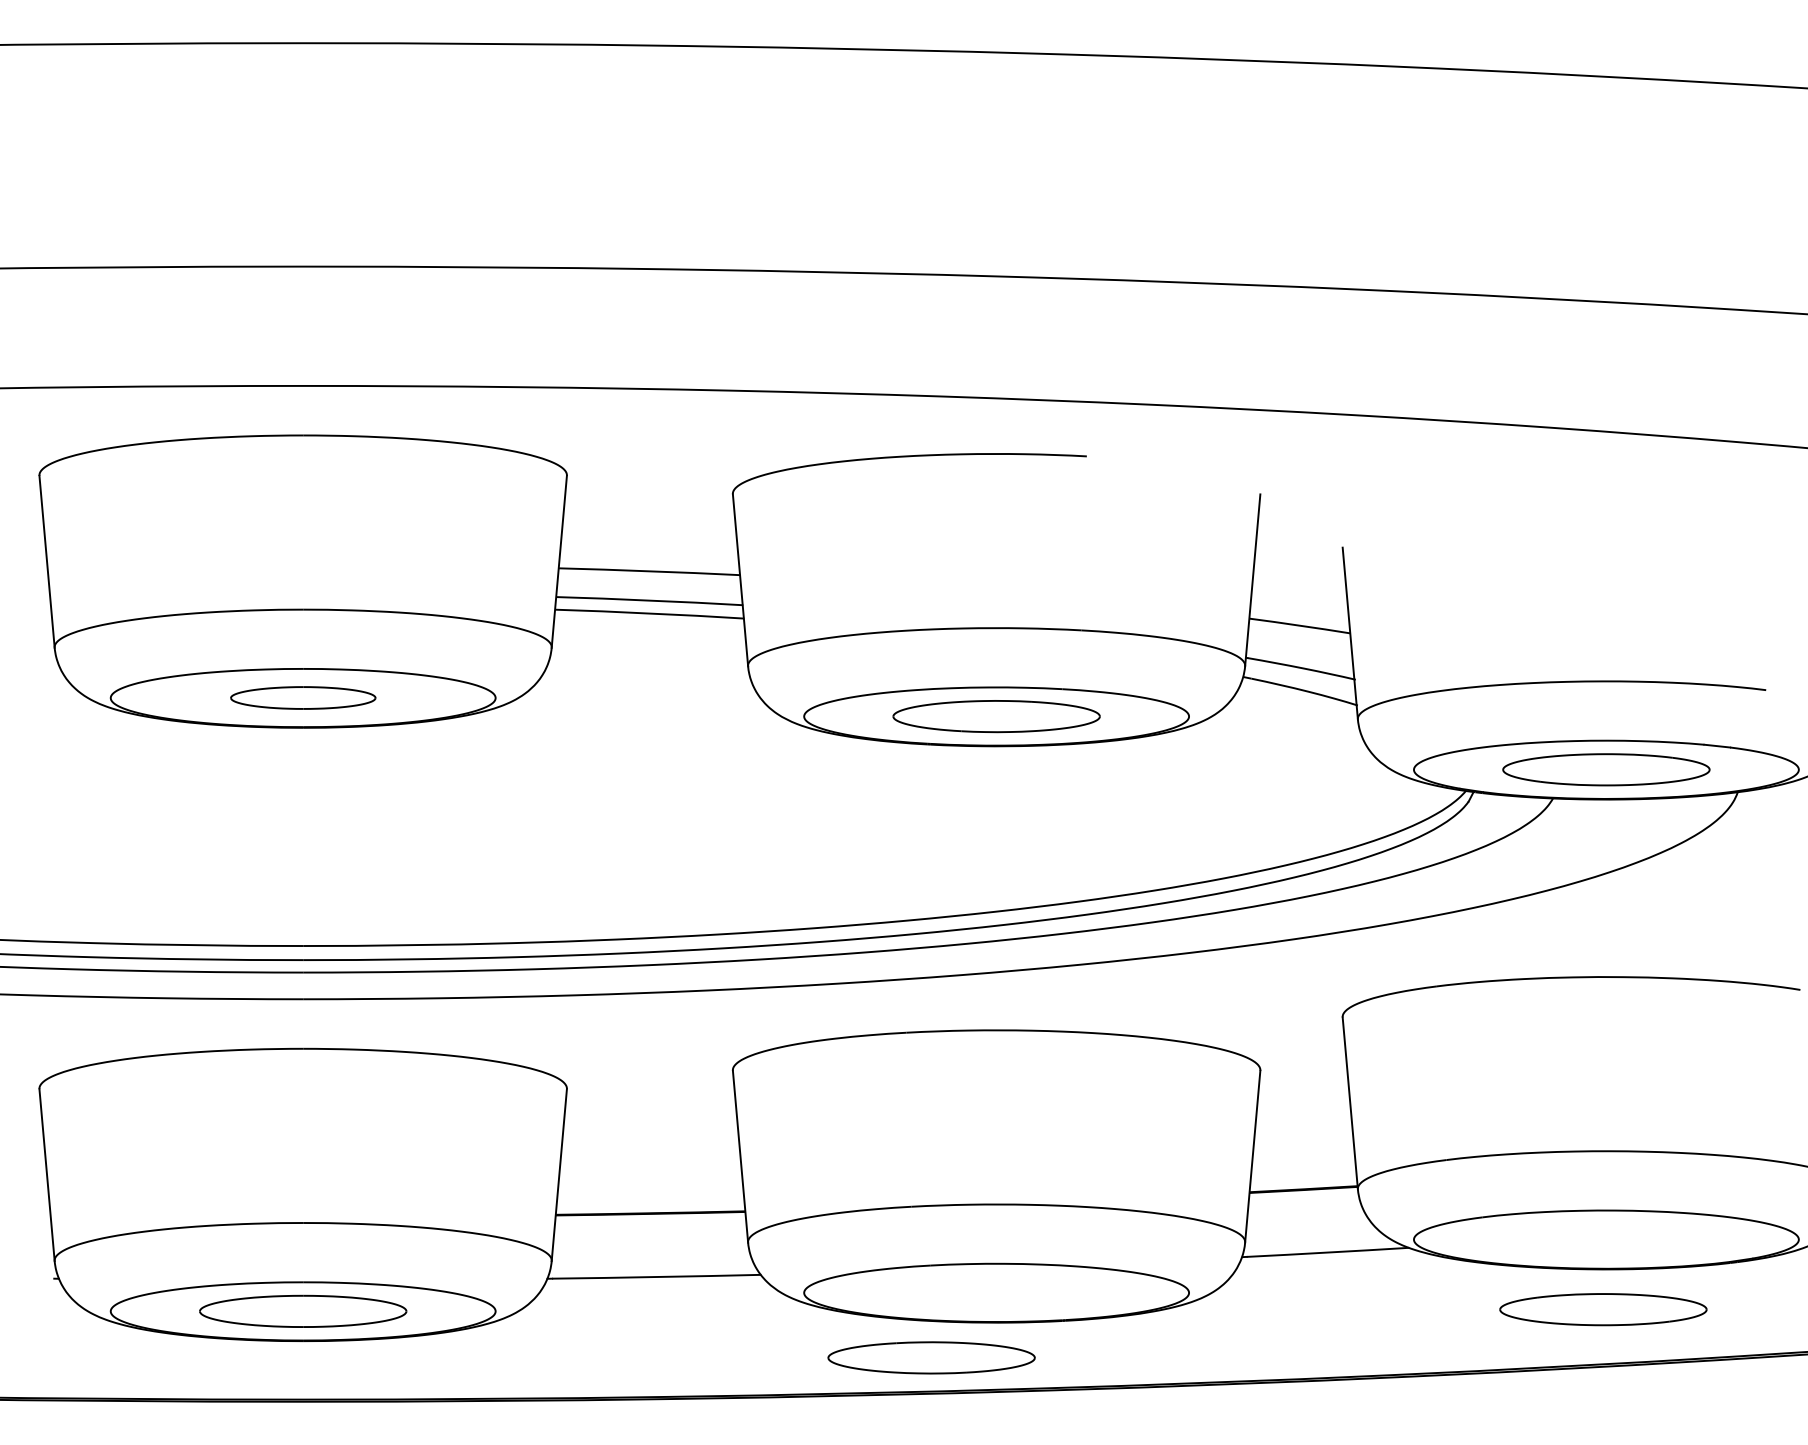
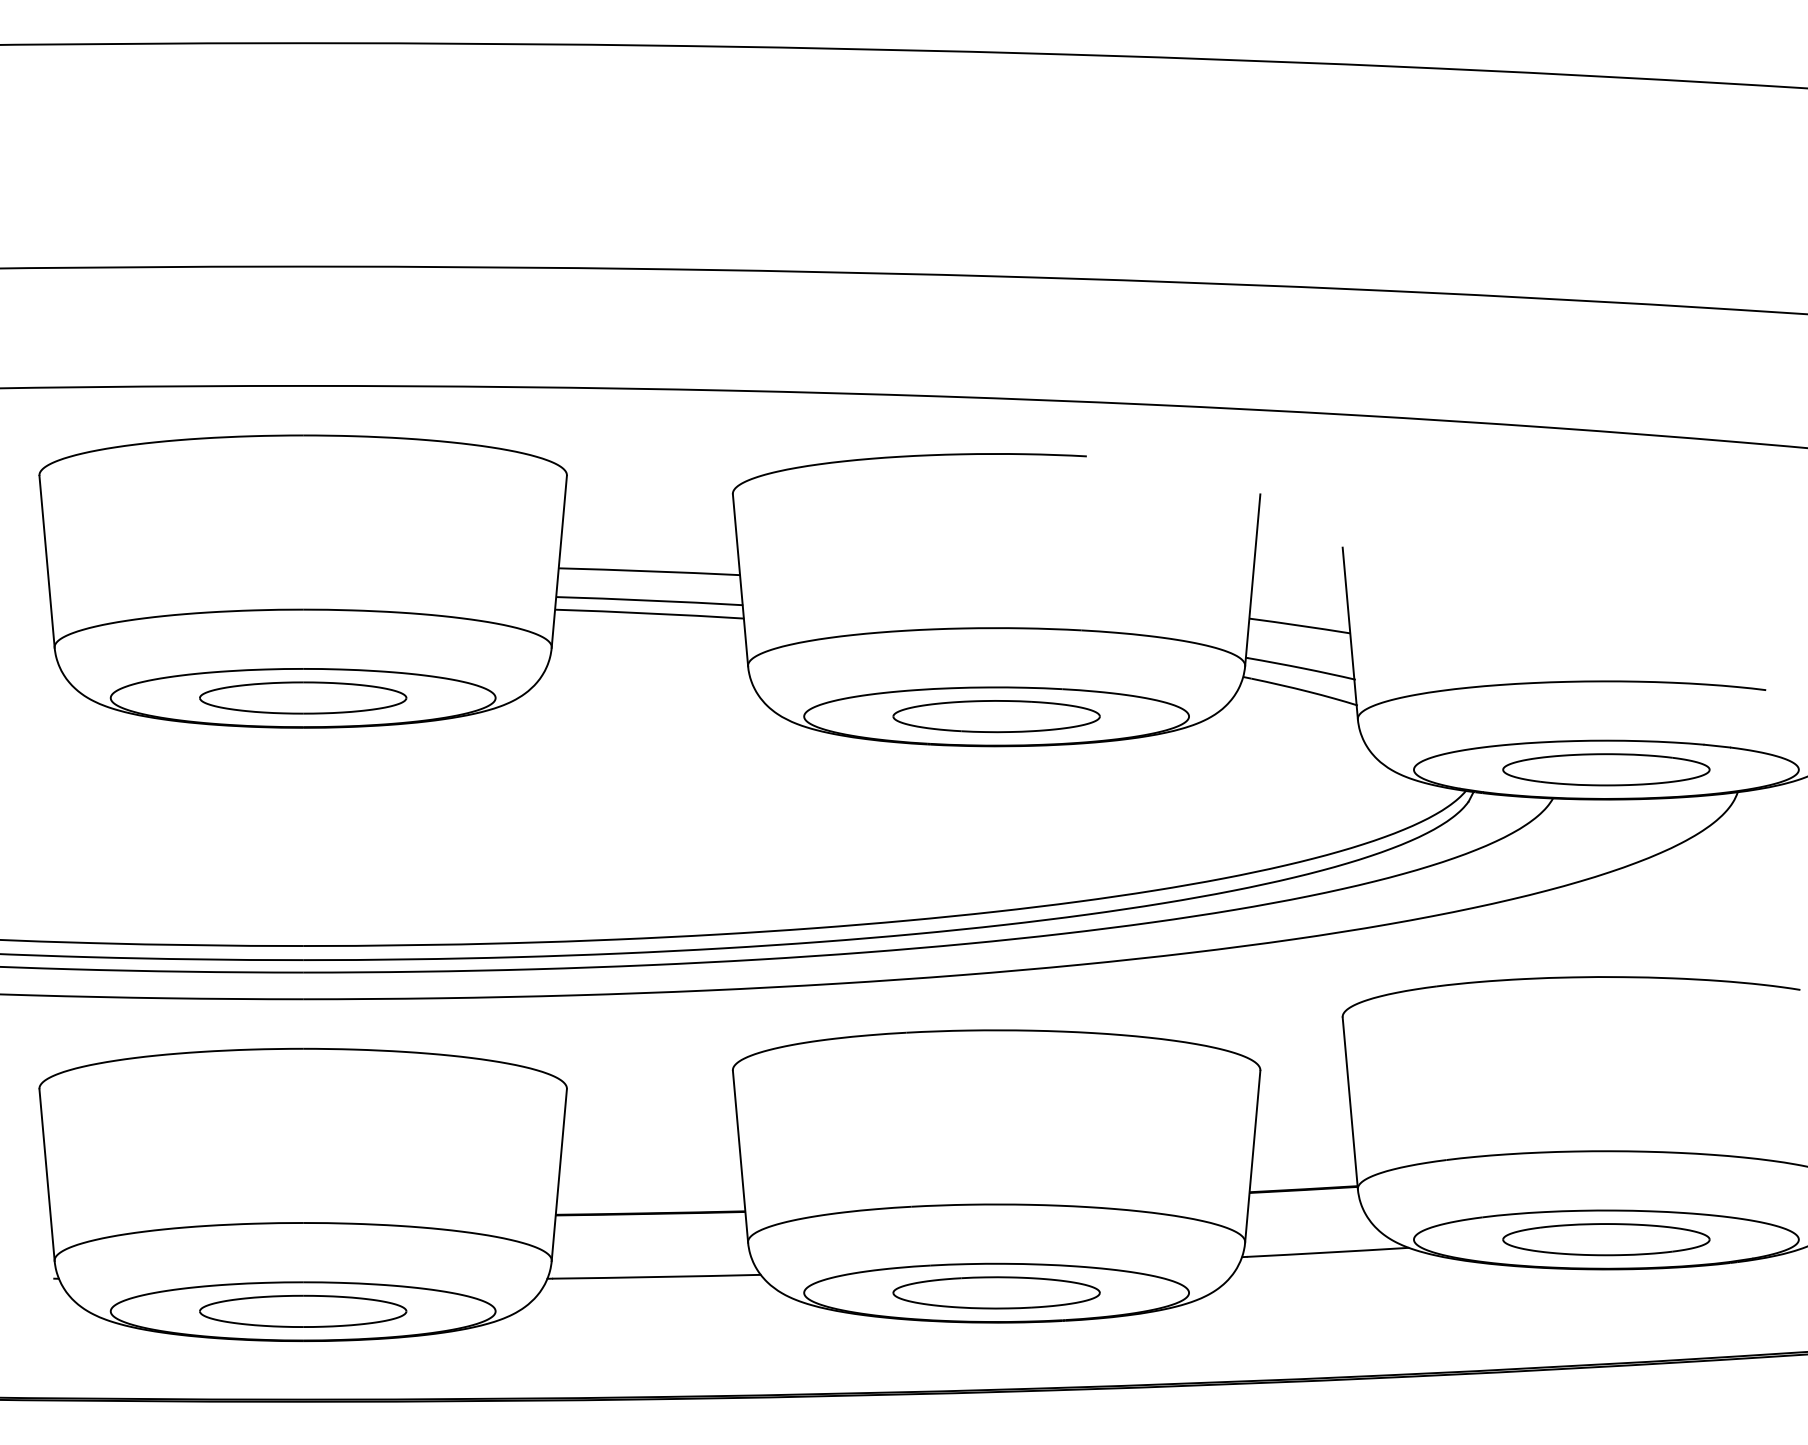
part at (303, 697) size: 147x24 px -> 209x34 px
part at (1603, 1309) position: (1603, 1309) -> (1606, 1239)
part at (931, 1357) position: (931, 1357) -> (996, 1292)
